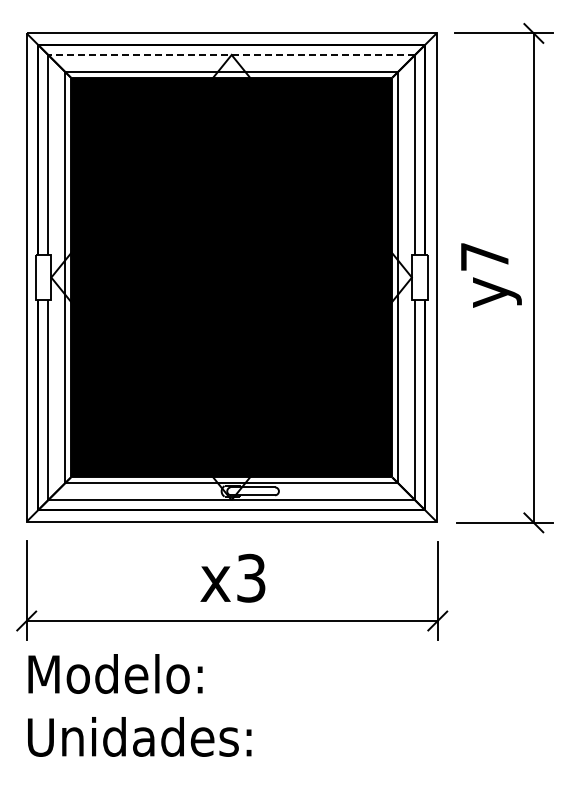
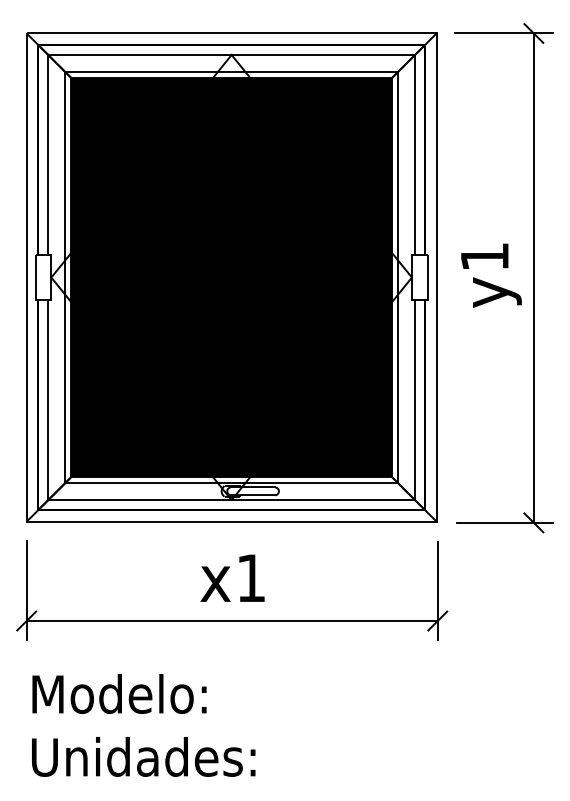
line at (231, 54): dashed -> solid
text at (484, 256): y7 -> y1
text at (251, 577): x3 -> x1
text at (139, 705) position: (139, 705) -> (143, 725)
